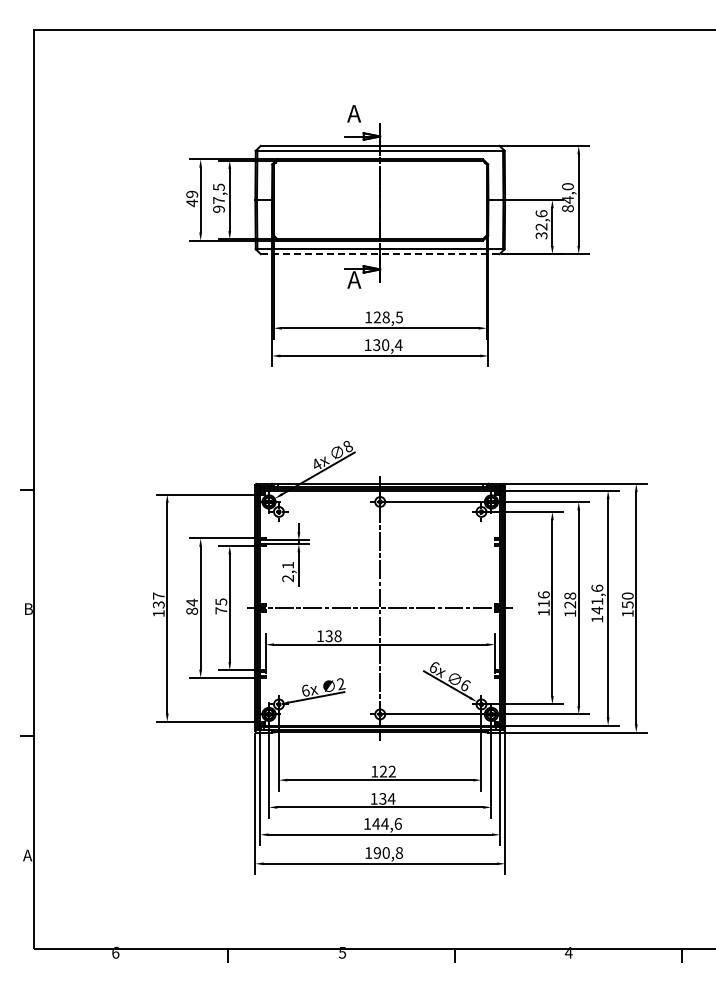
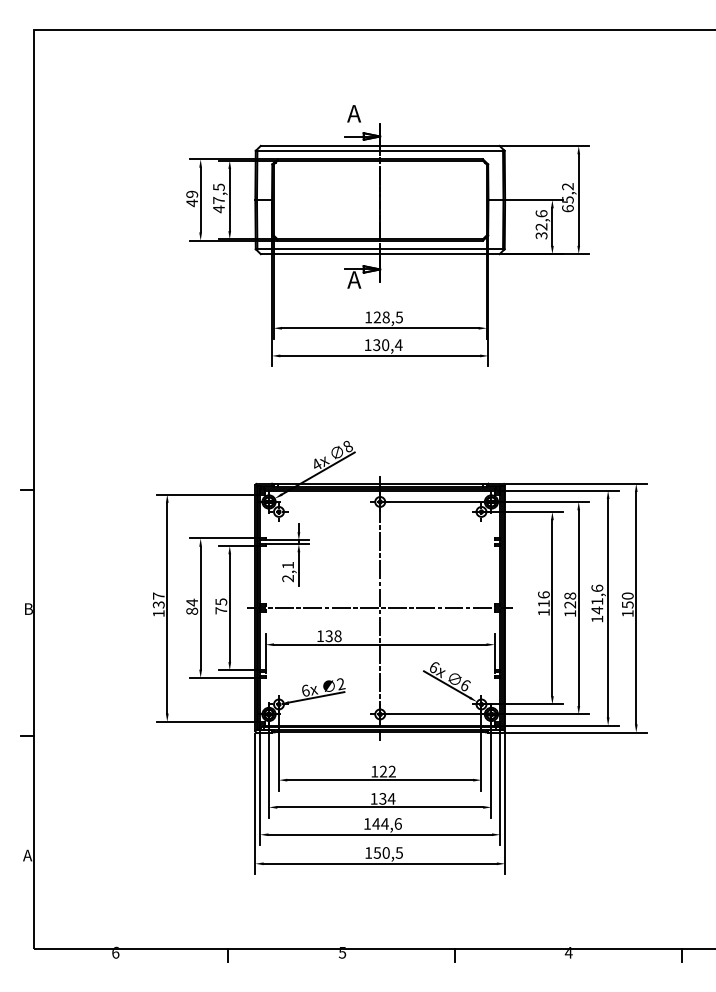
text at (567, 197): 84,0 -> 65,2
text at (218, 209): 97,5 -> 47,5
line at (380, 254): dashed -> solid
text at (387, 852): 190,8 -> 150,5
